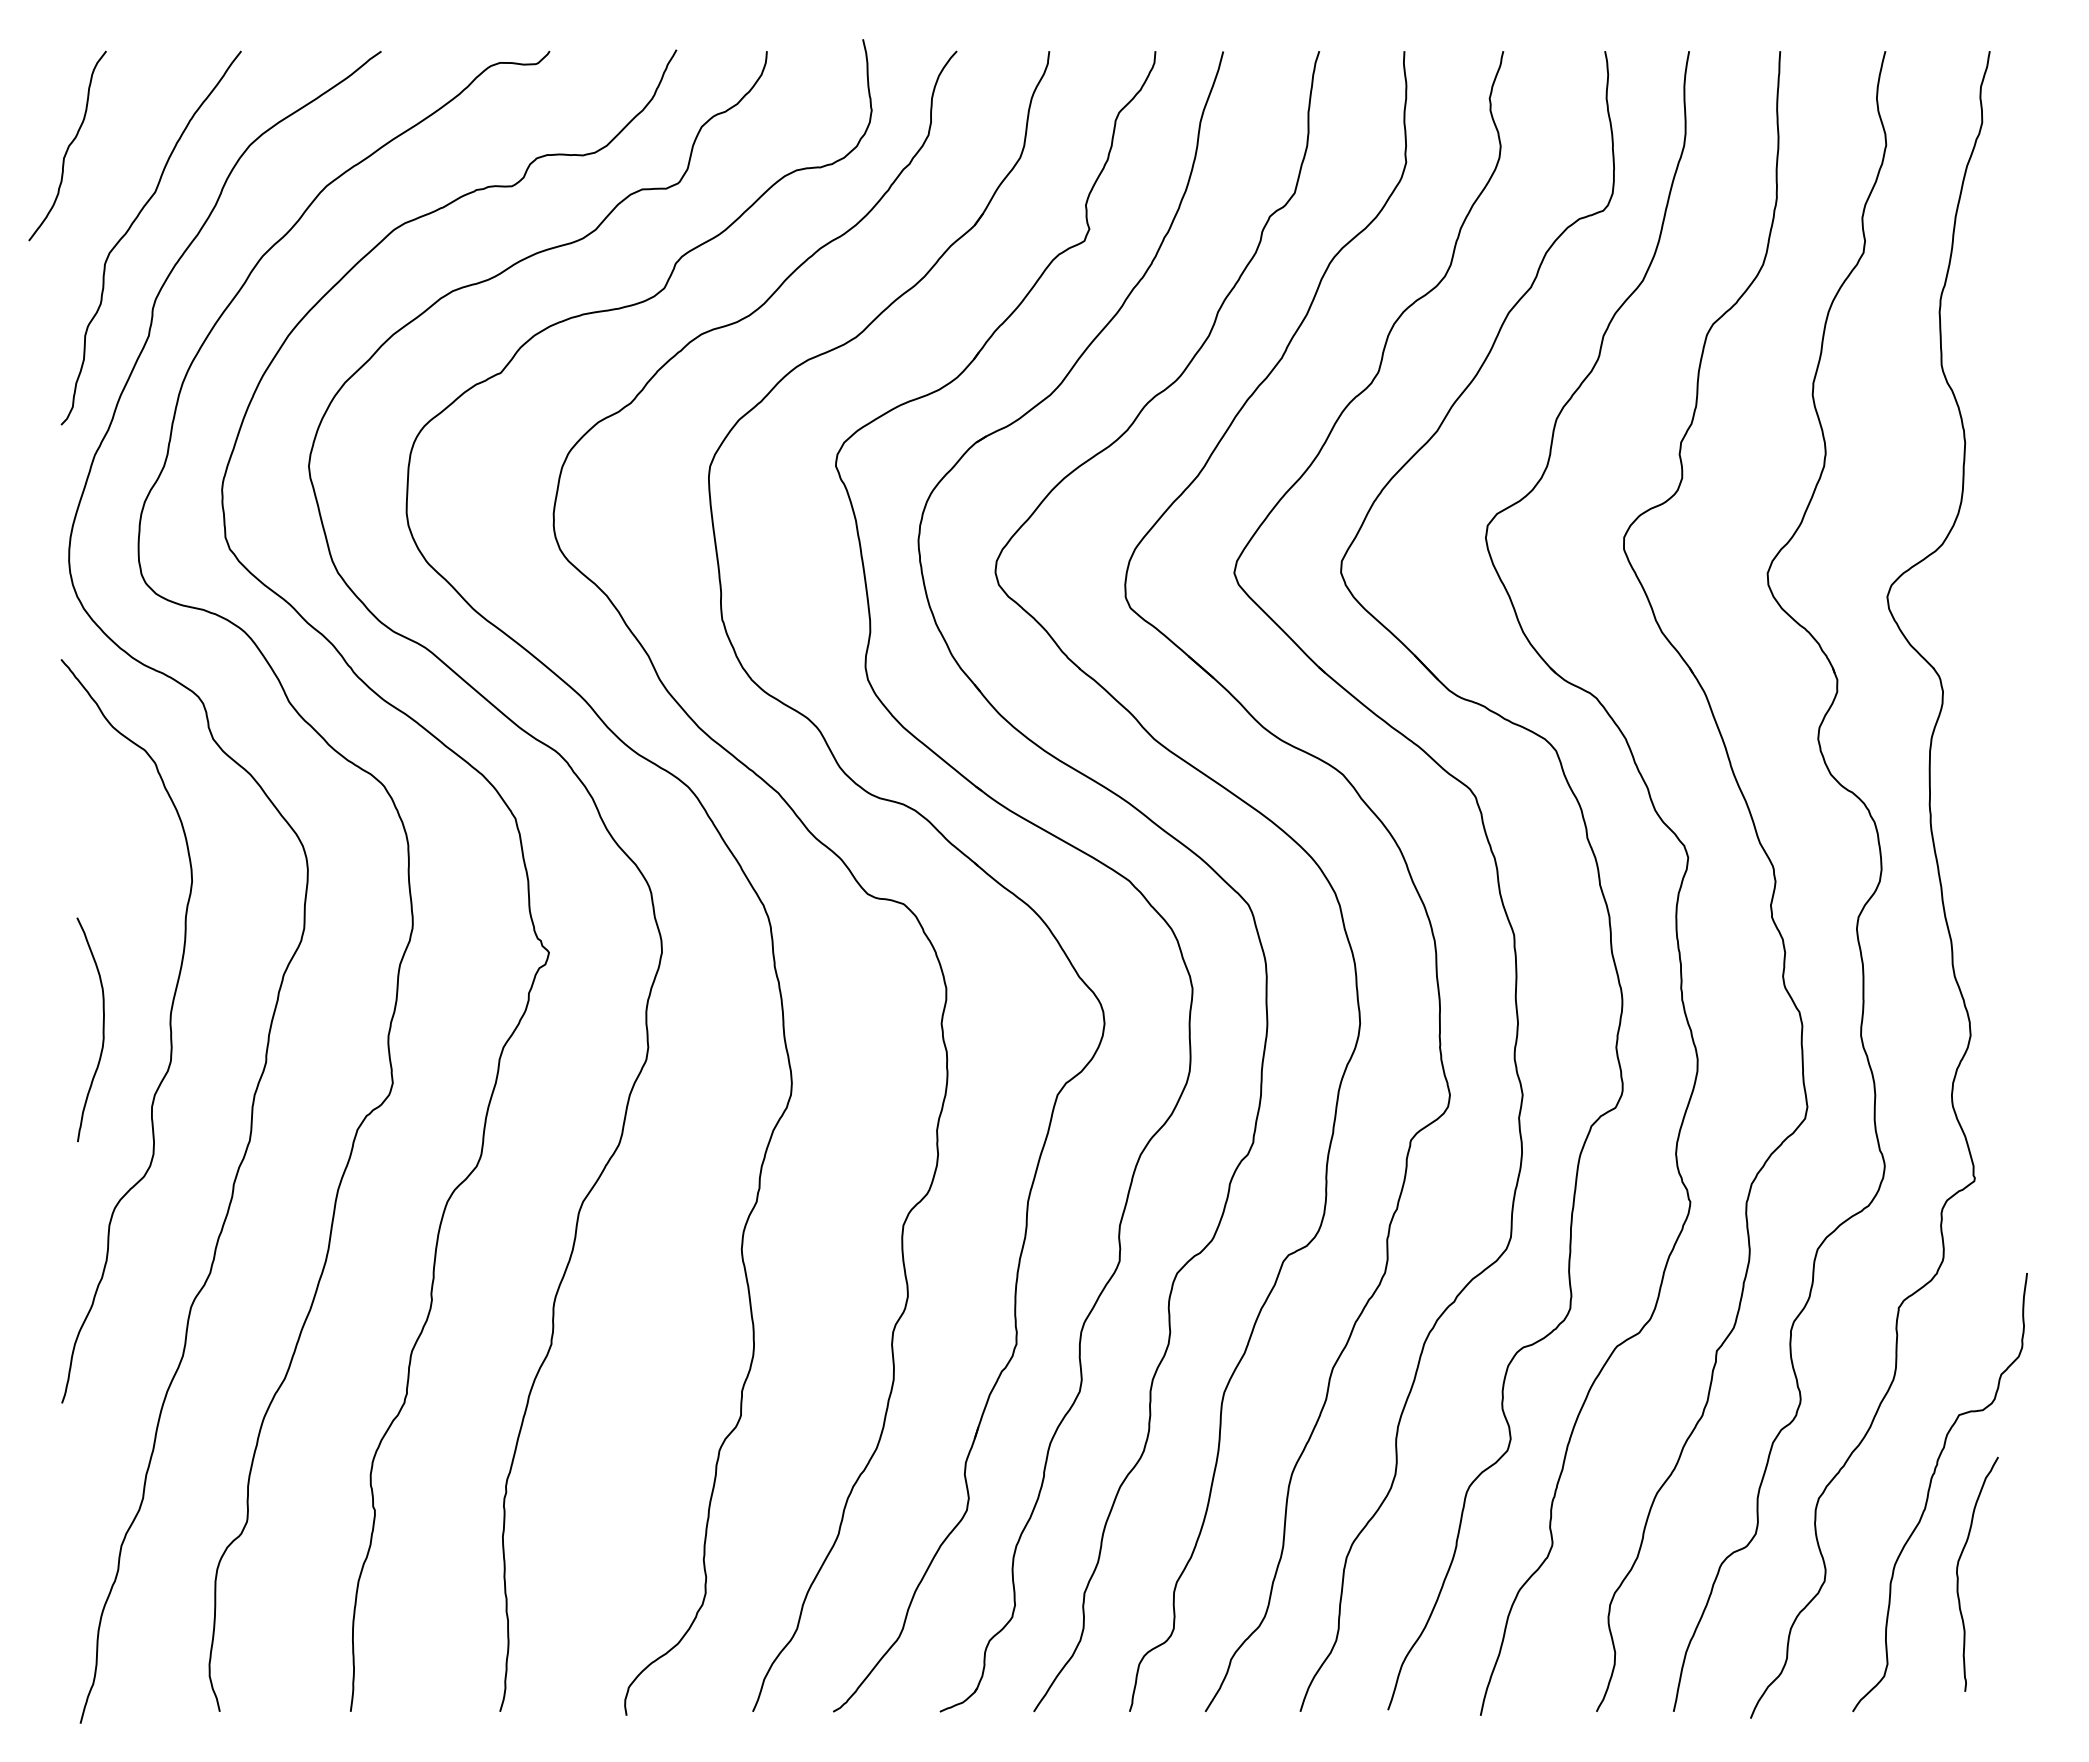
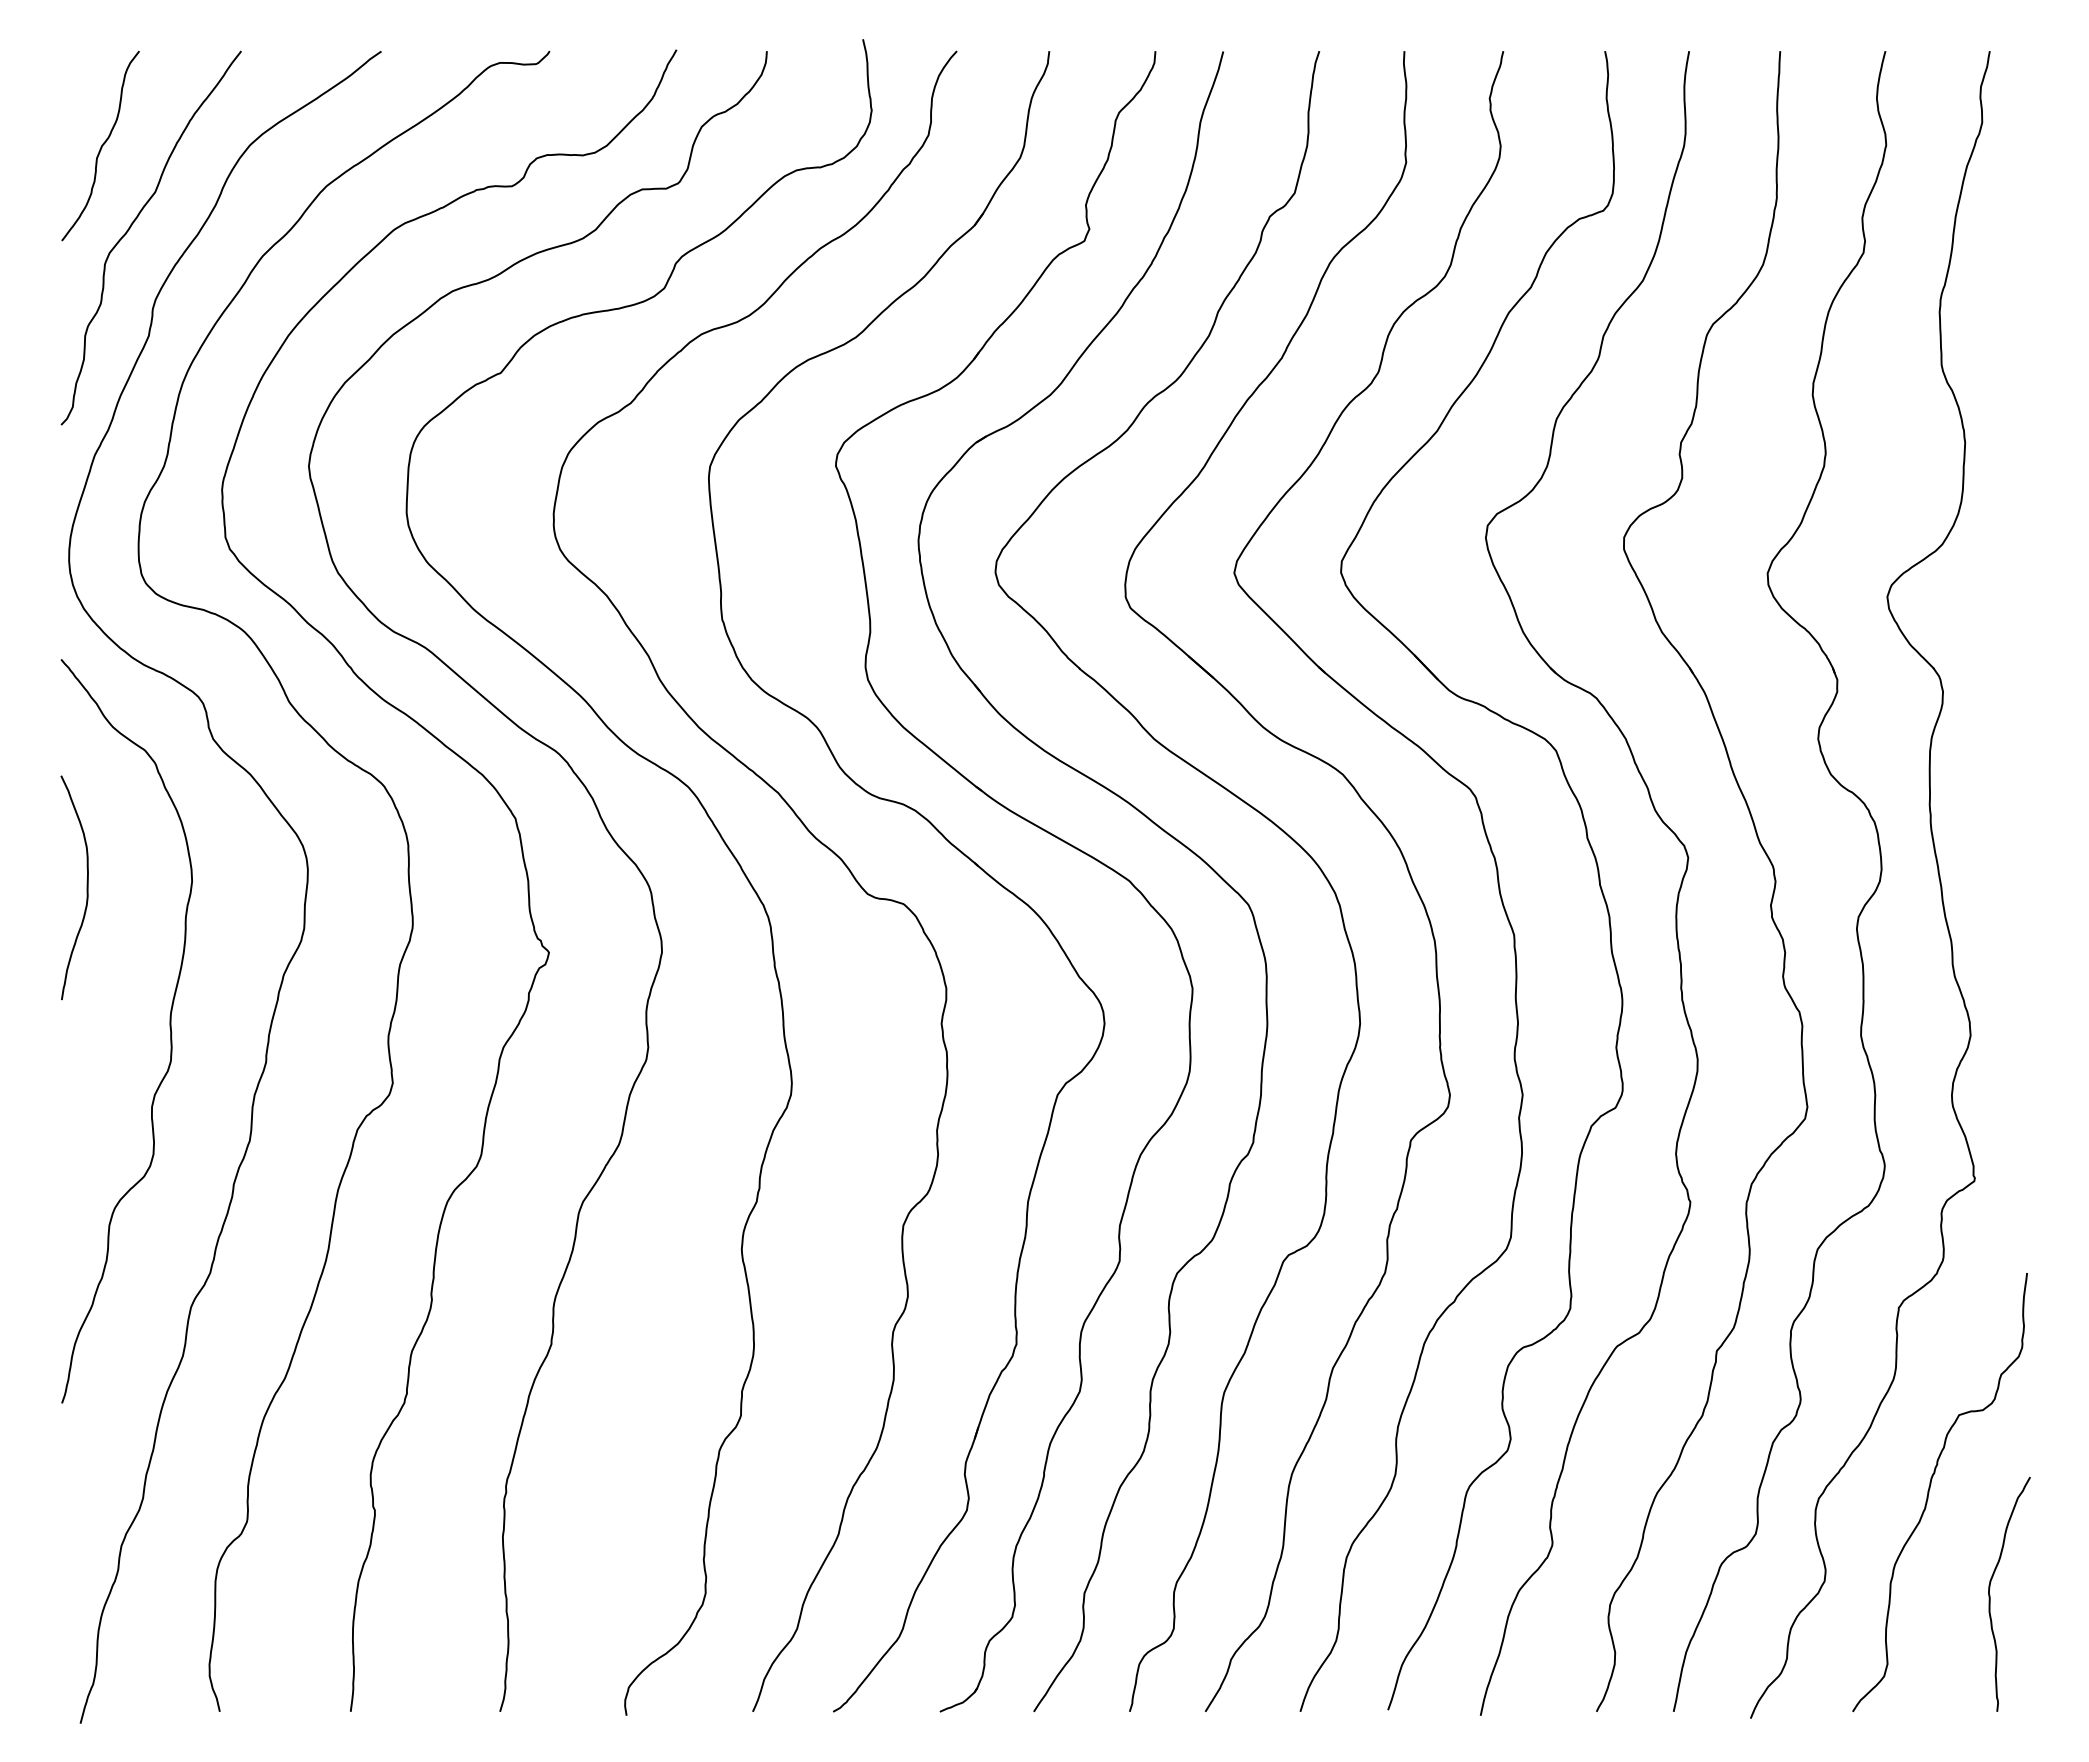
curve at (68, 145) position: (68, 145) -> (101, 145)
curve at (102, 1029) position: (102, 1029) -> (86, 887)
curve at (1958, 1574) position: (1958, 1574) -> (1990, 1594)
